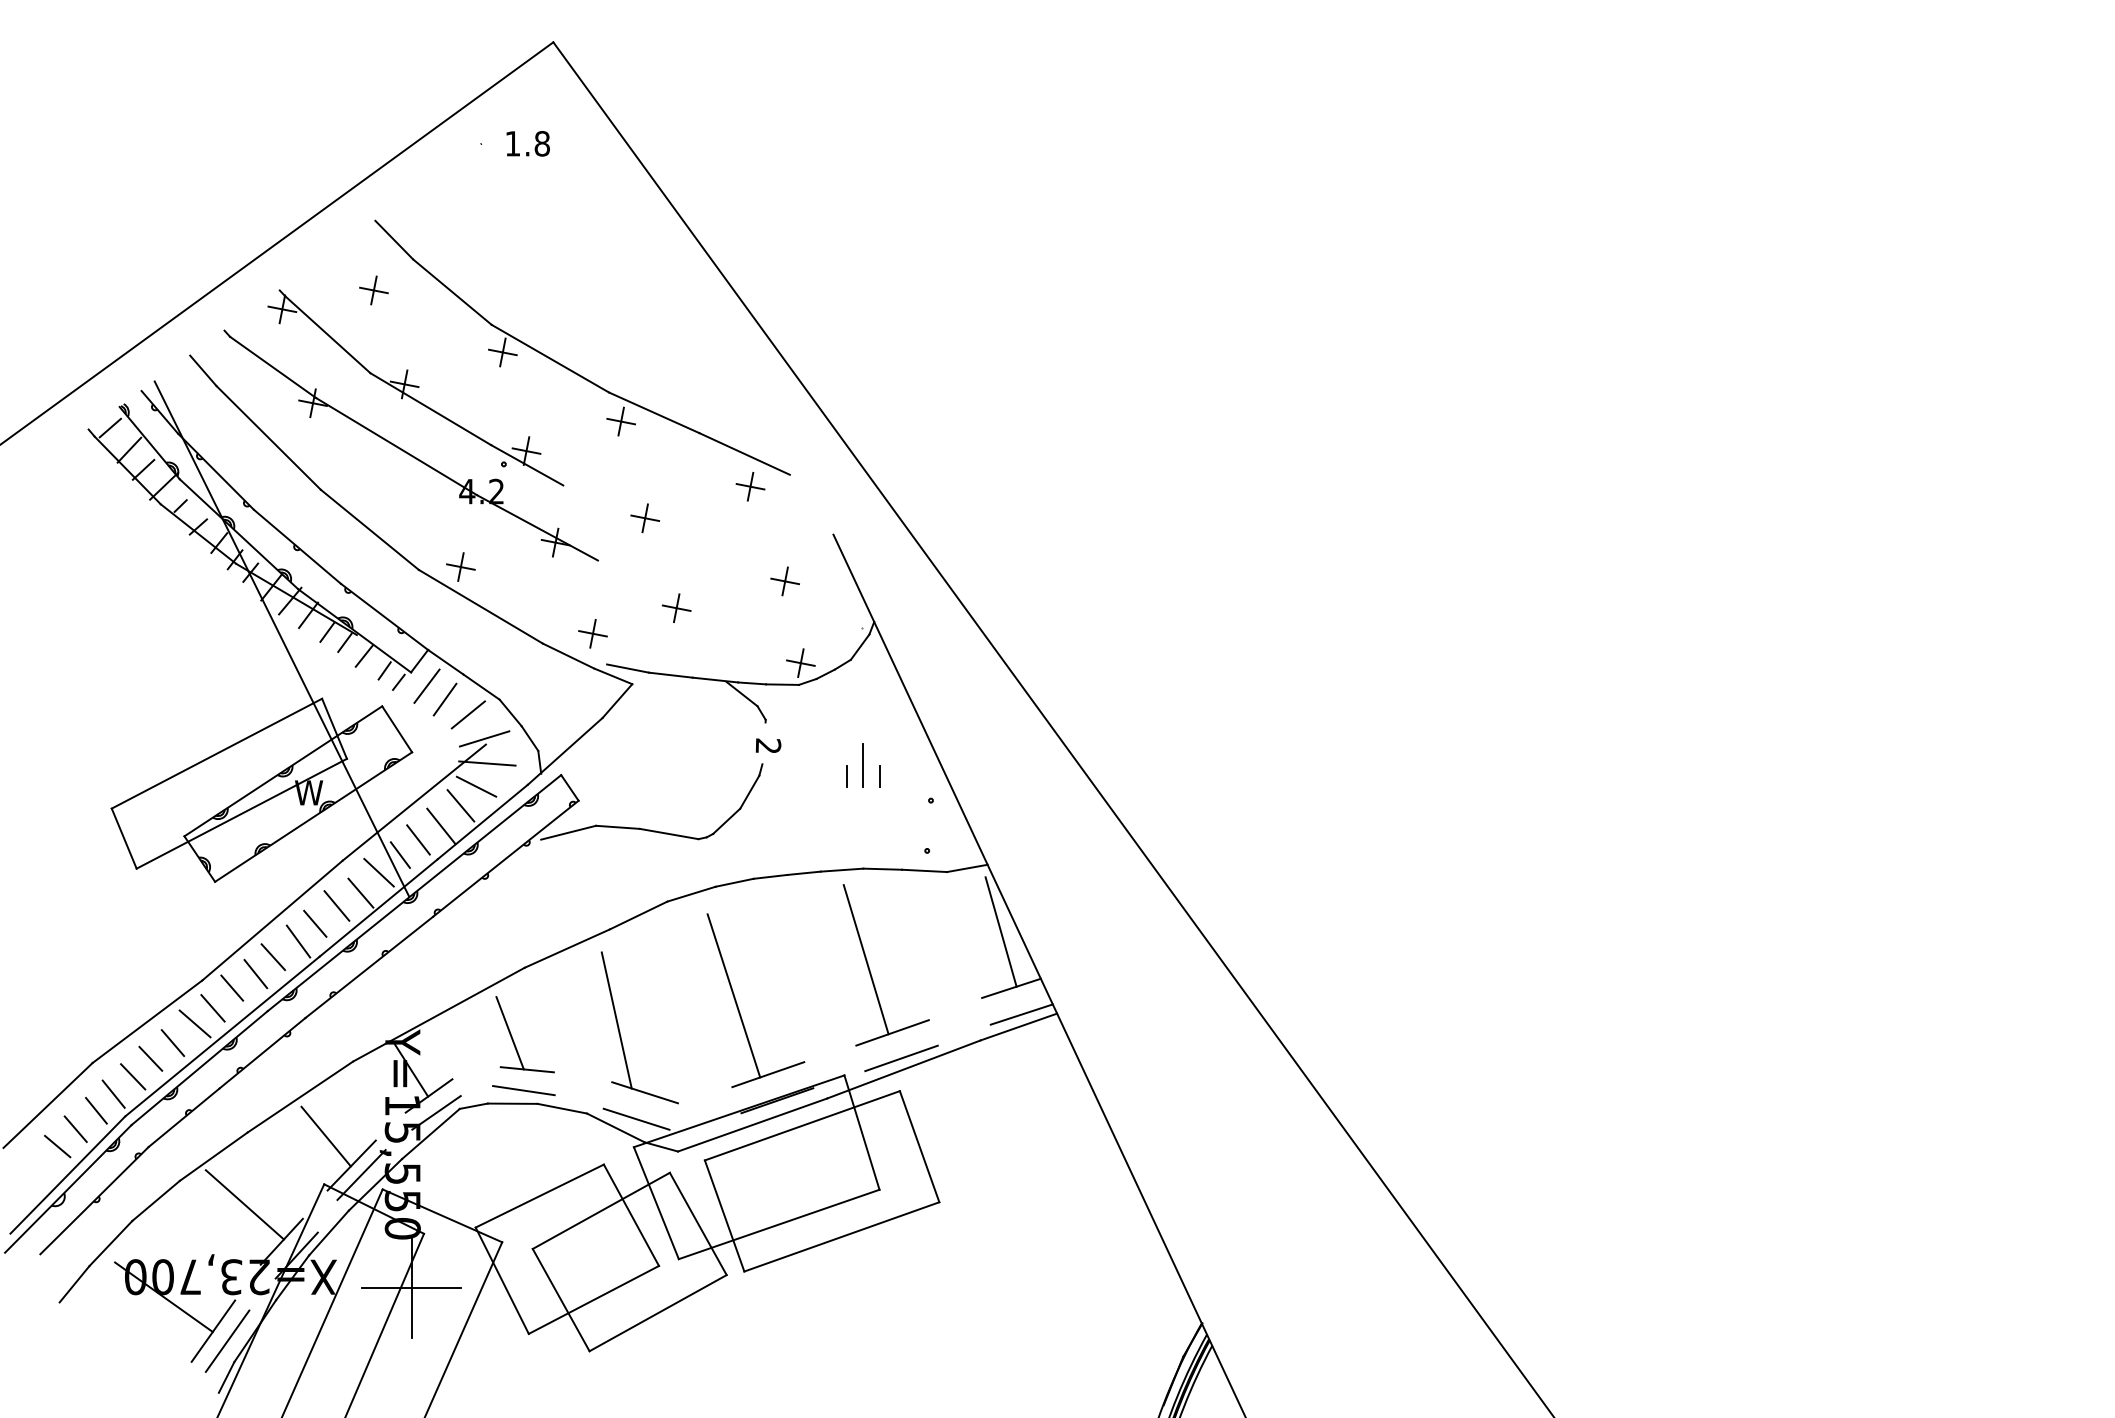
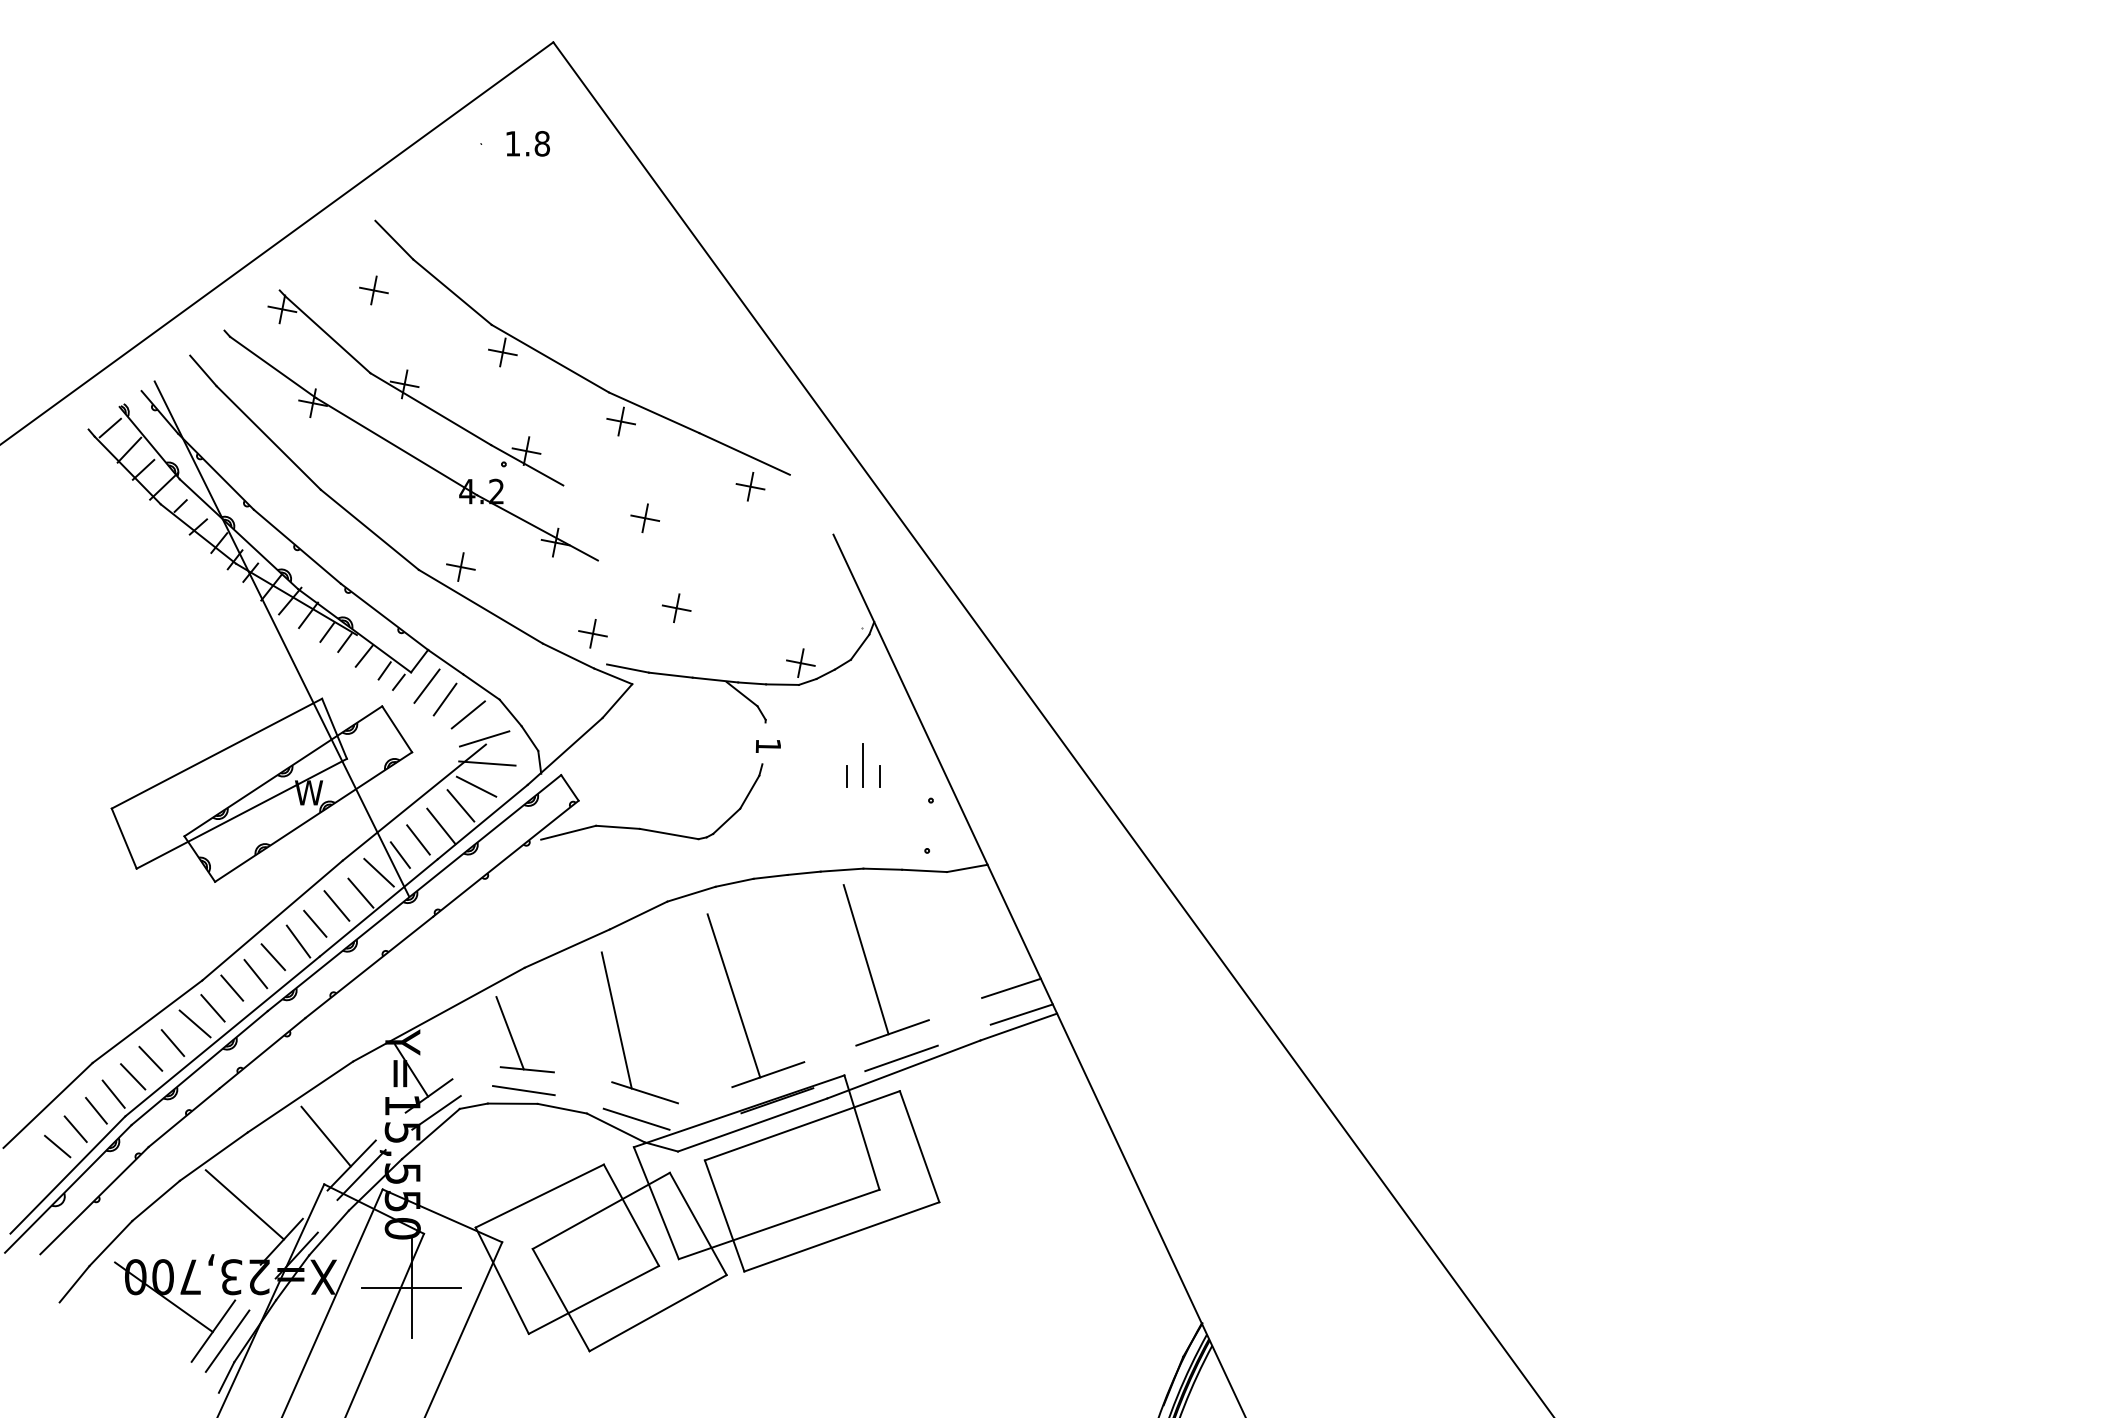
part at (784, 581): present -> none
text at (768, 745): 2 -> 1
line at (1000, 931): present -> none
